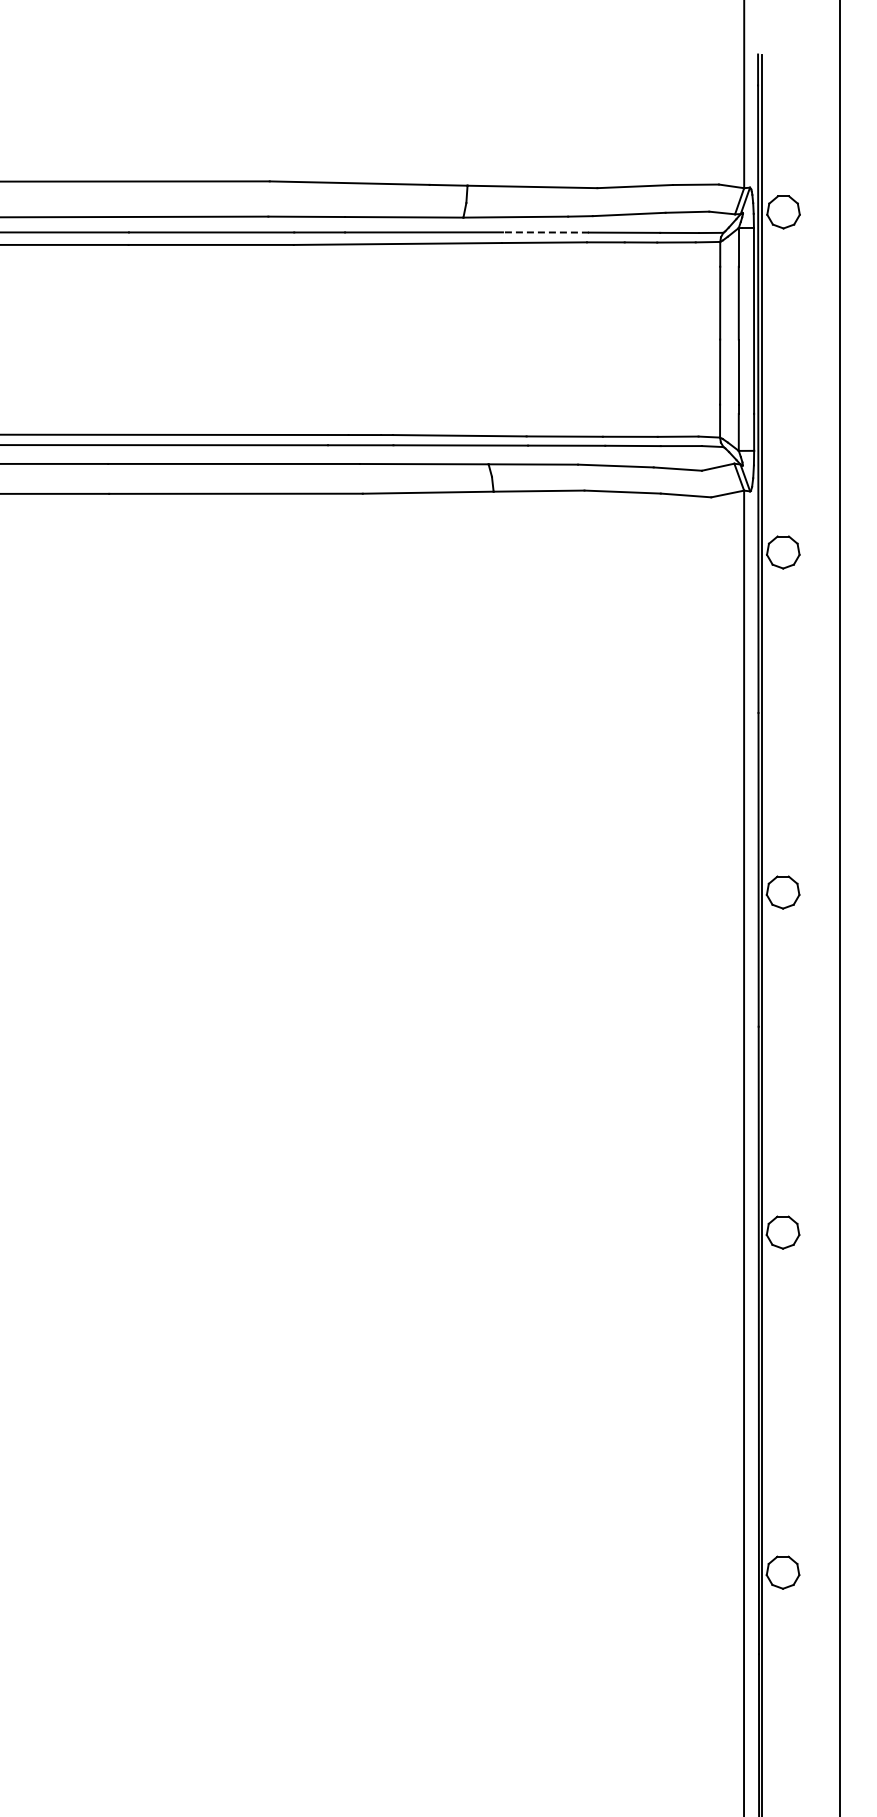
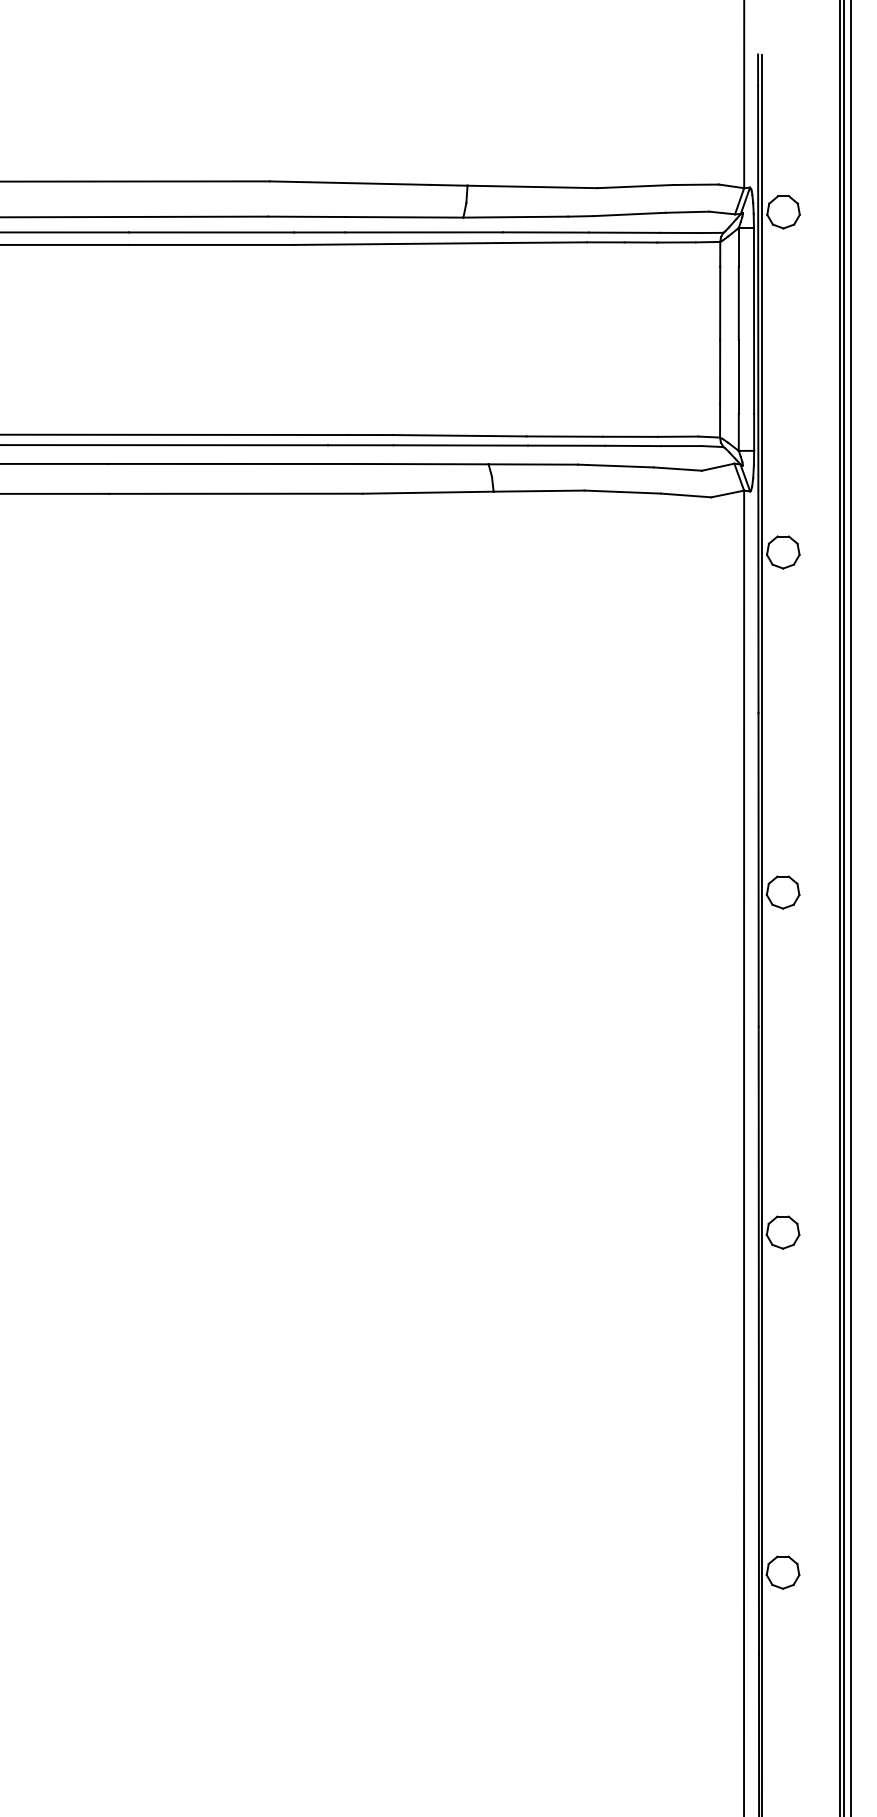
line at (545, 232): dashed -> solid
line at (844, 907): none -> present
line at (850, 907): none -> present
